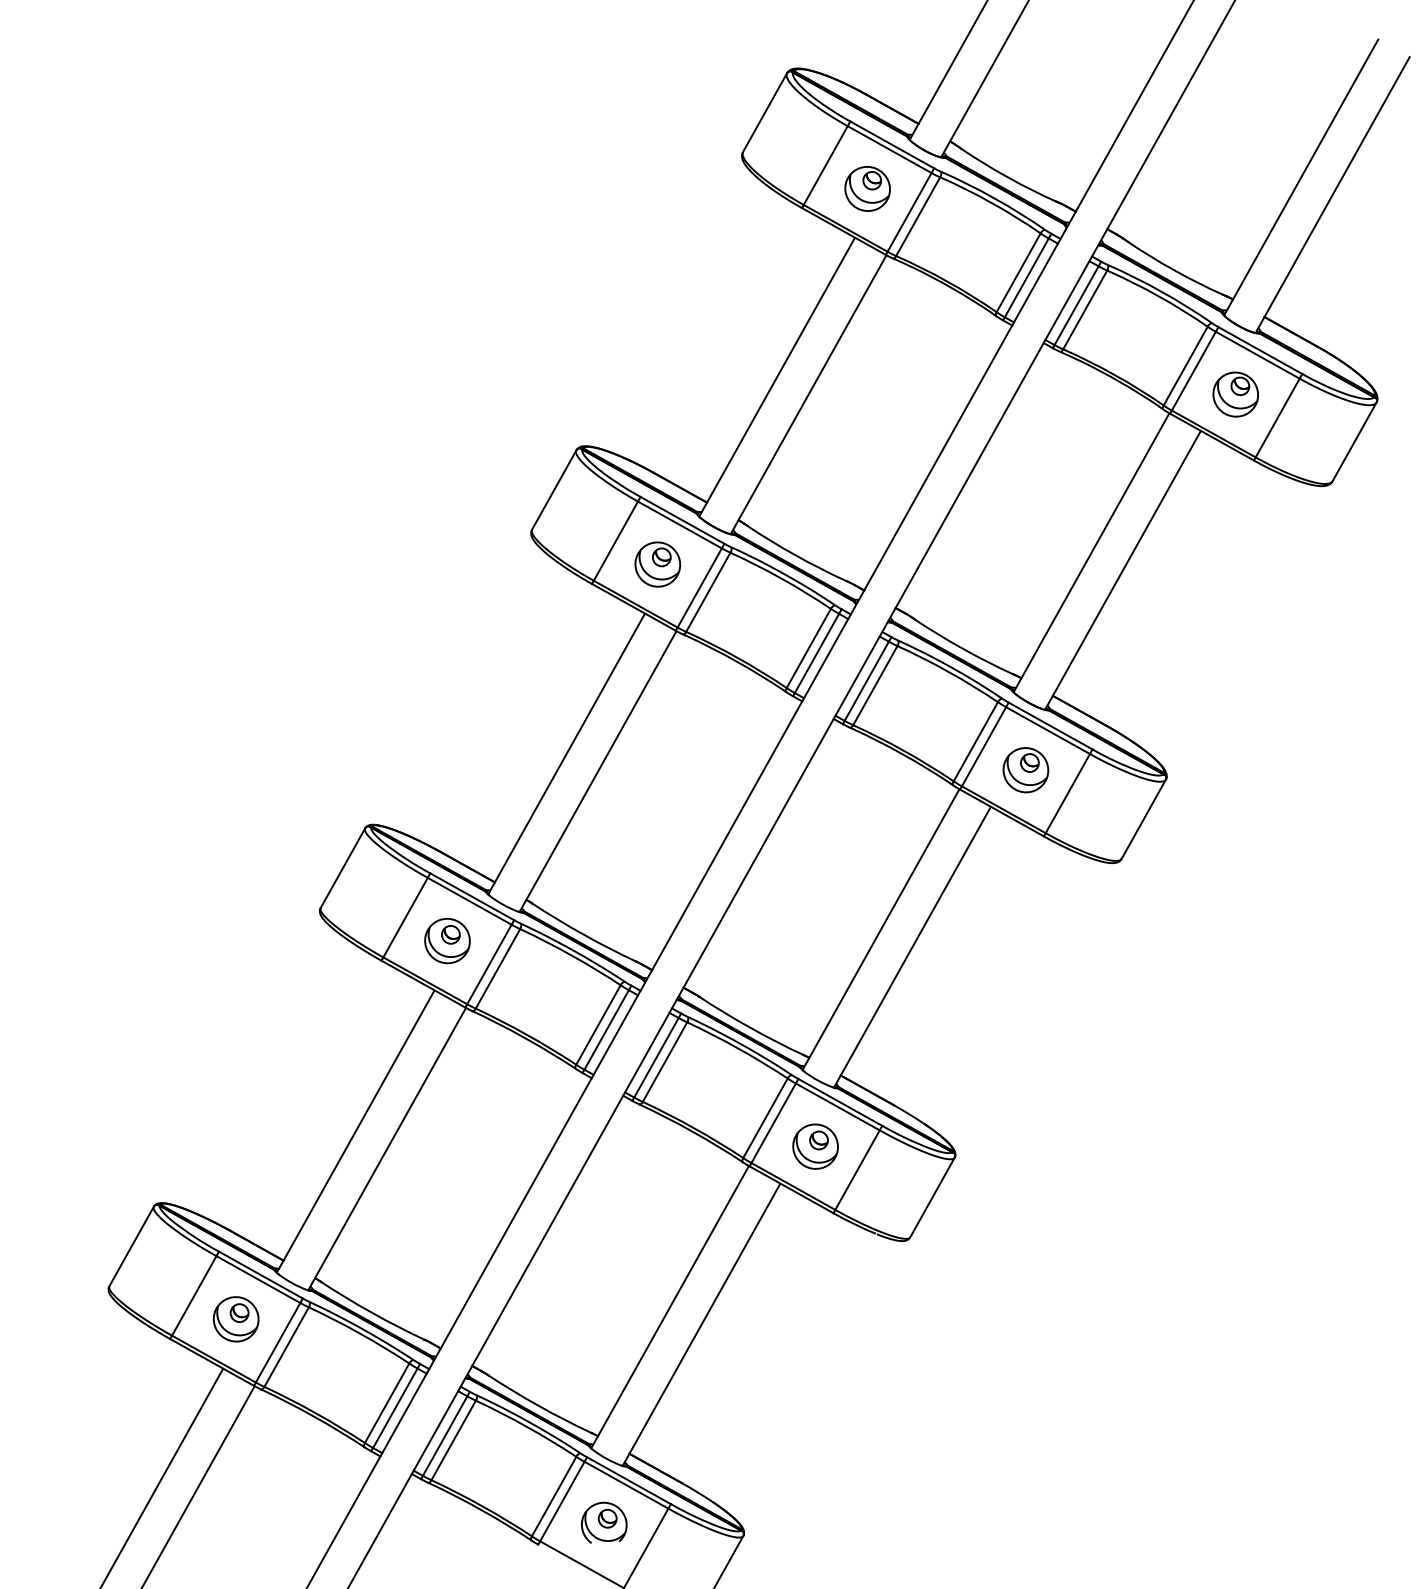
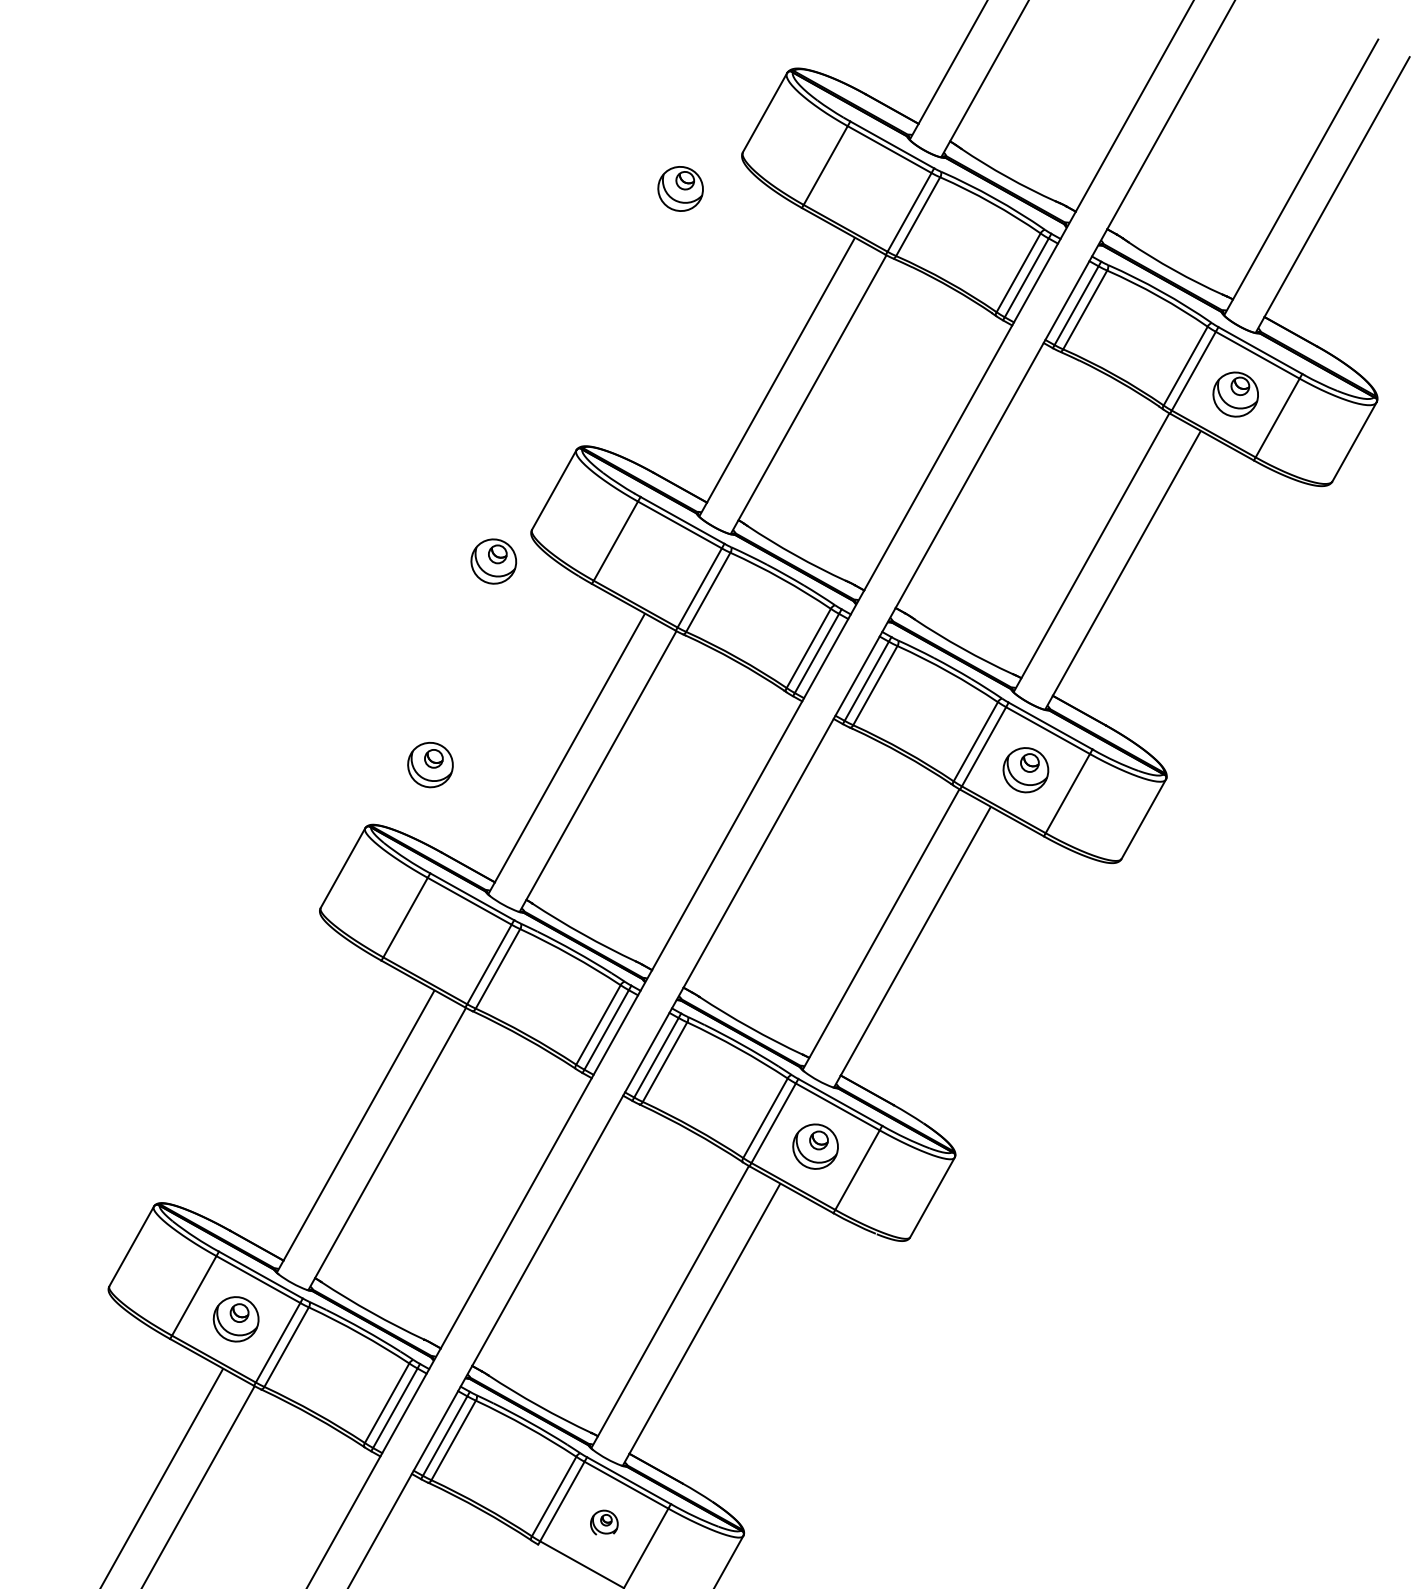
part at (867, 188) position: (867, 188) -> (680, 188)
part at (657, 564) position: (657, 564) -> (493, 561)
part at (447, 941) position: (447, 941) -> (430, 765)
part at (604, 1522) size: 47x43 px -> 29x27 px
